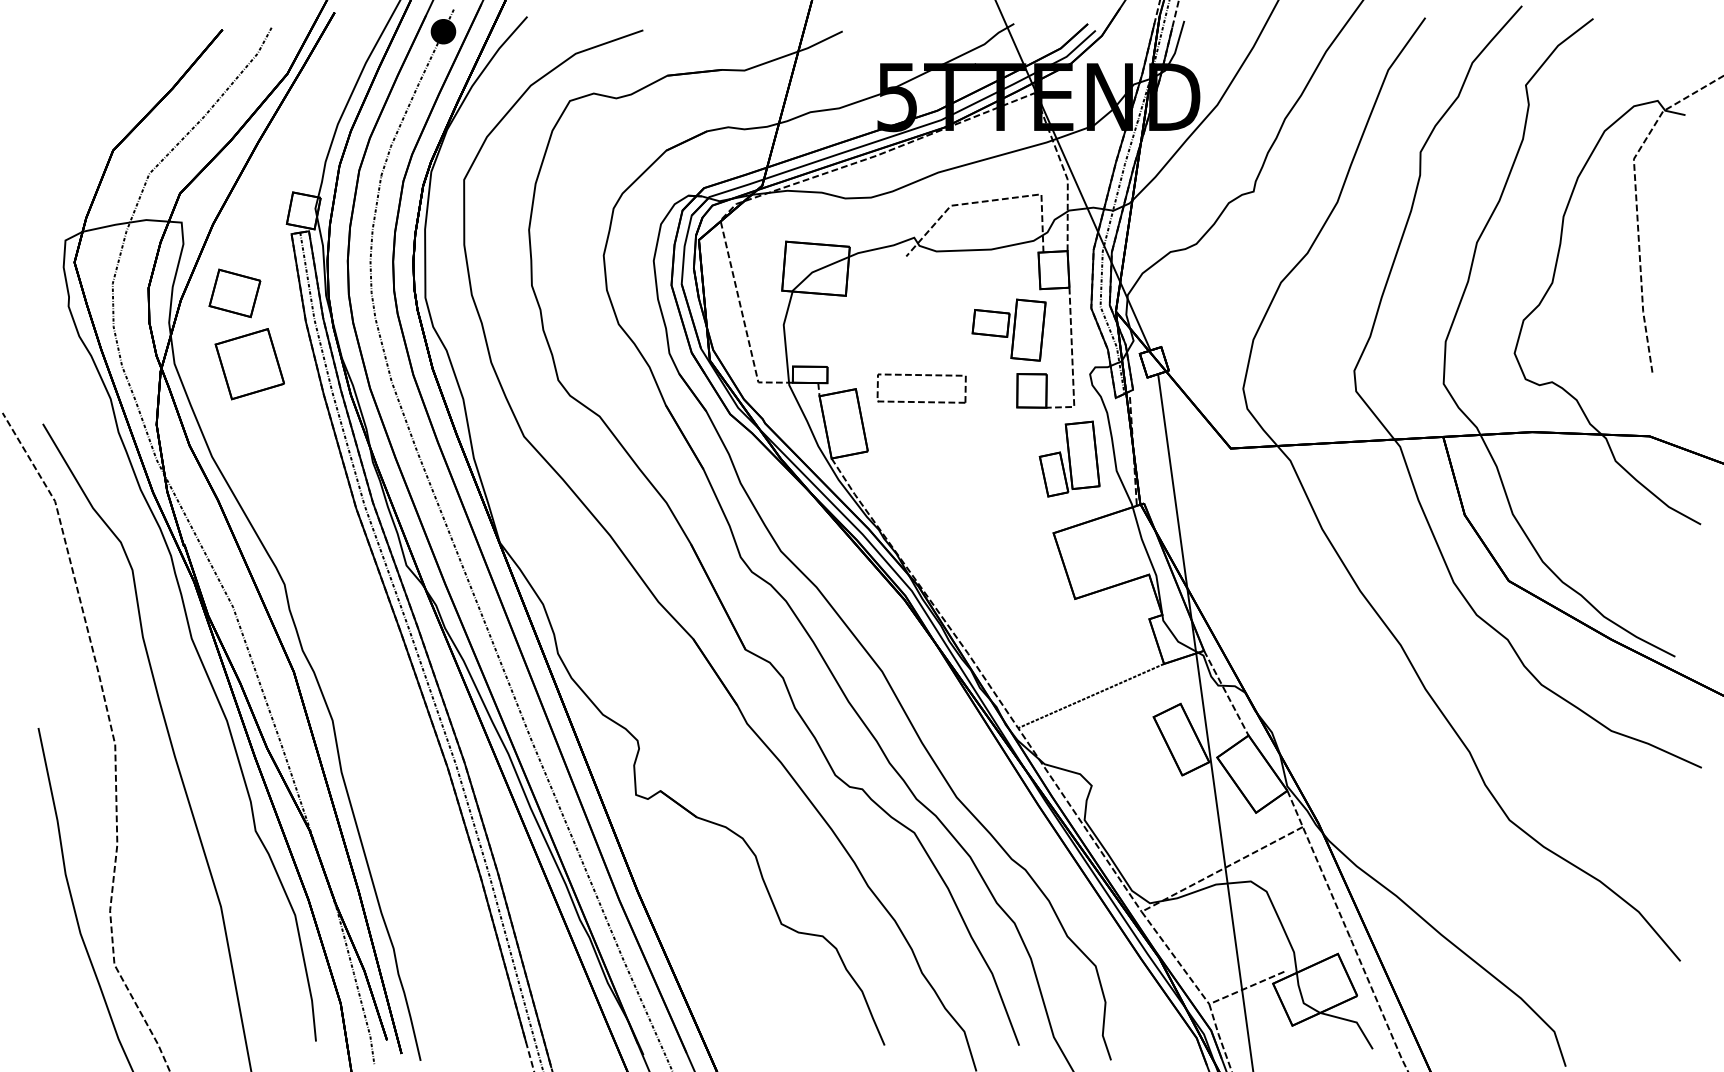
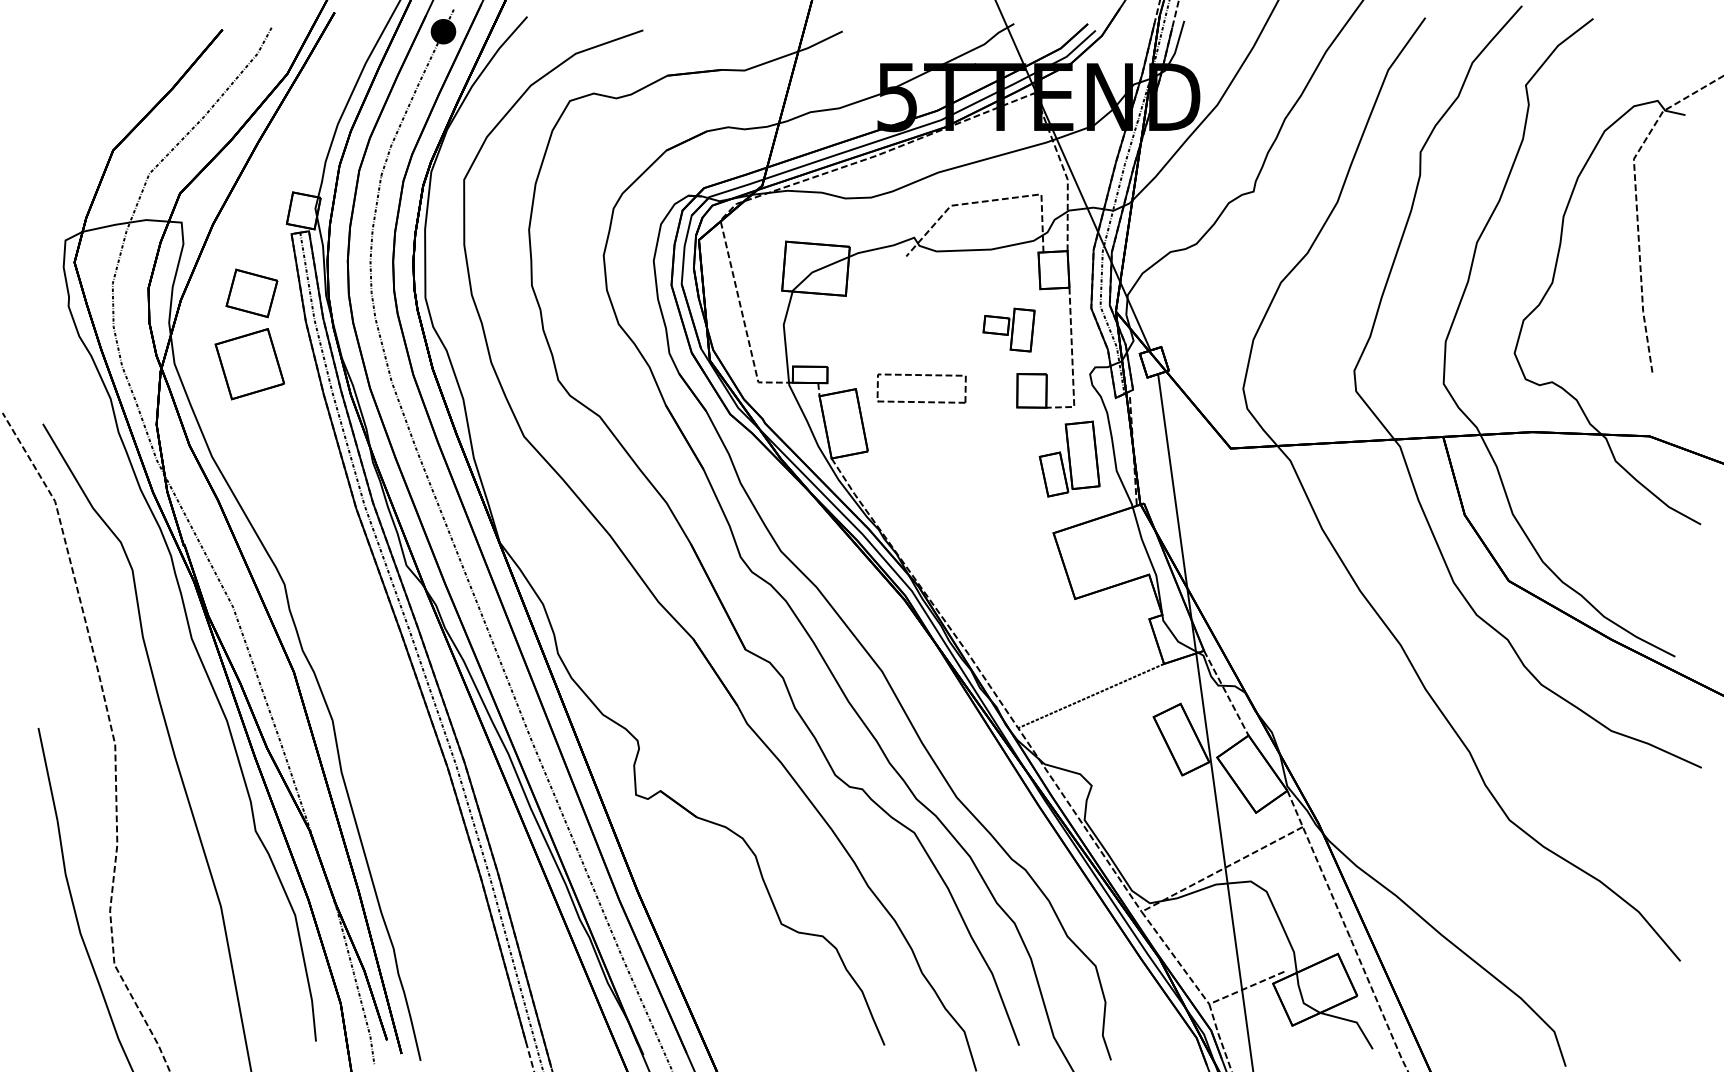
part at (234, 293) position: (234, 293) -> (251, 293)
part at (1008, 329) size: 76x64 px -> 54x46 px
